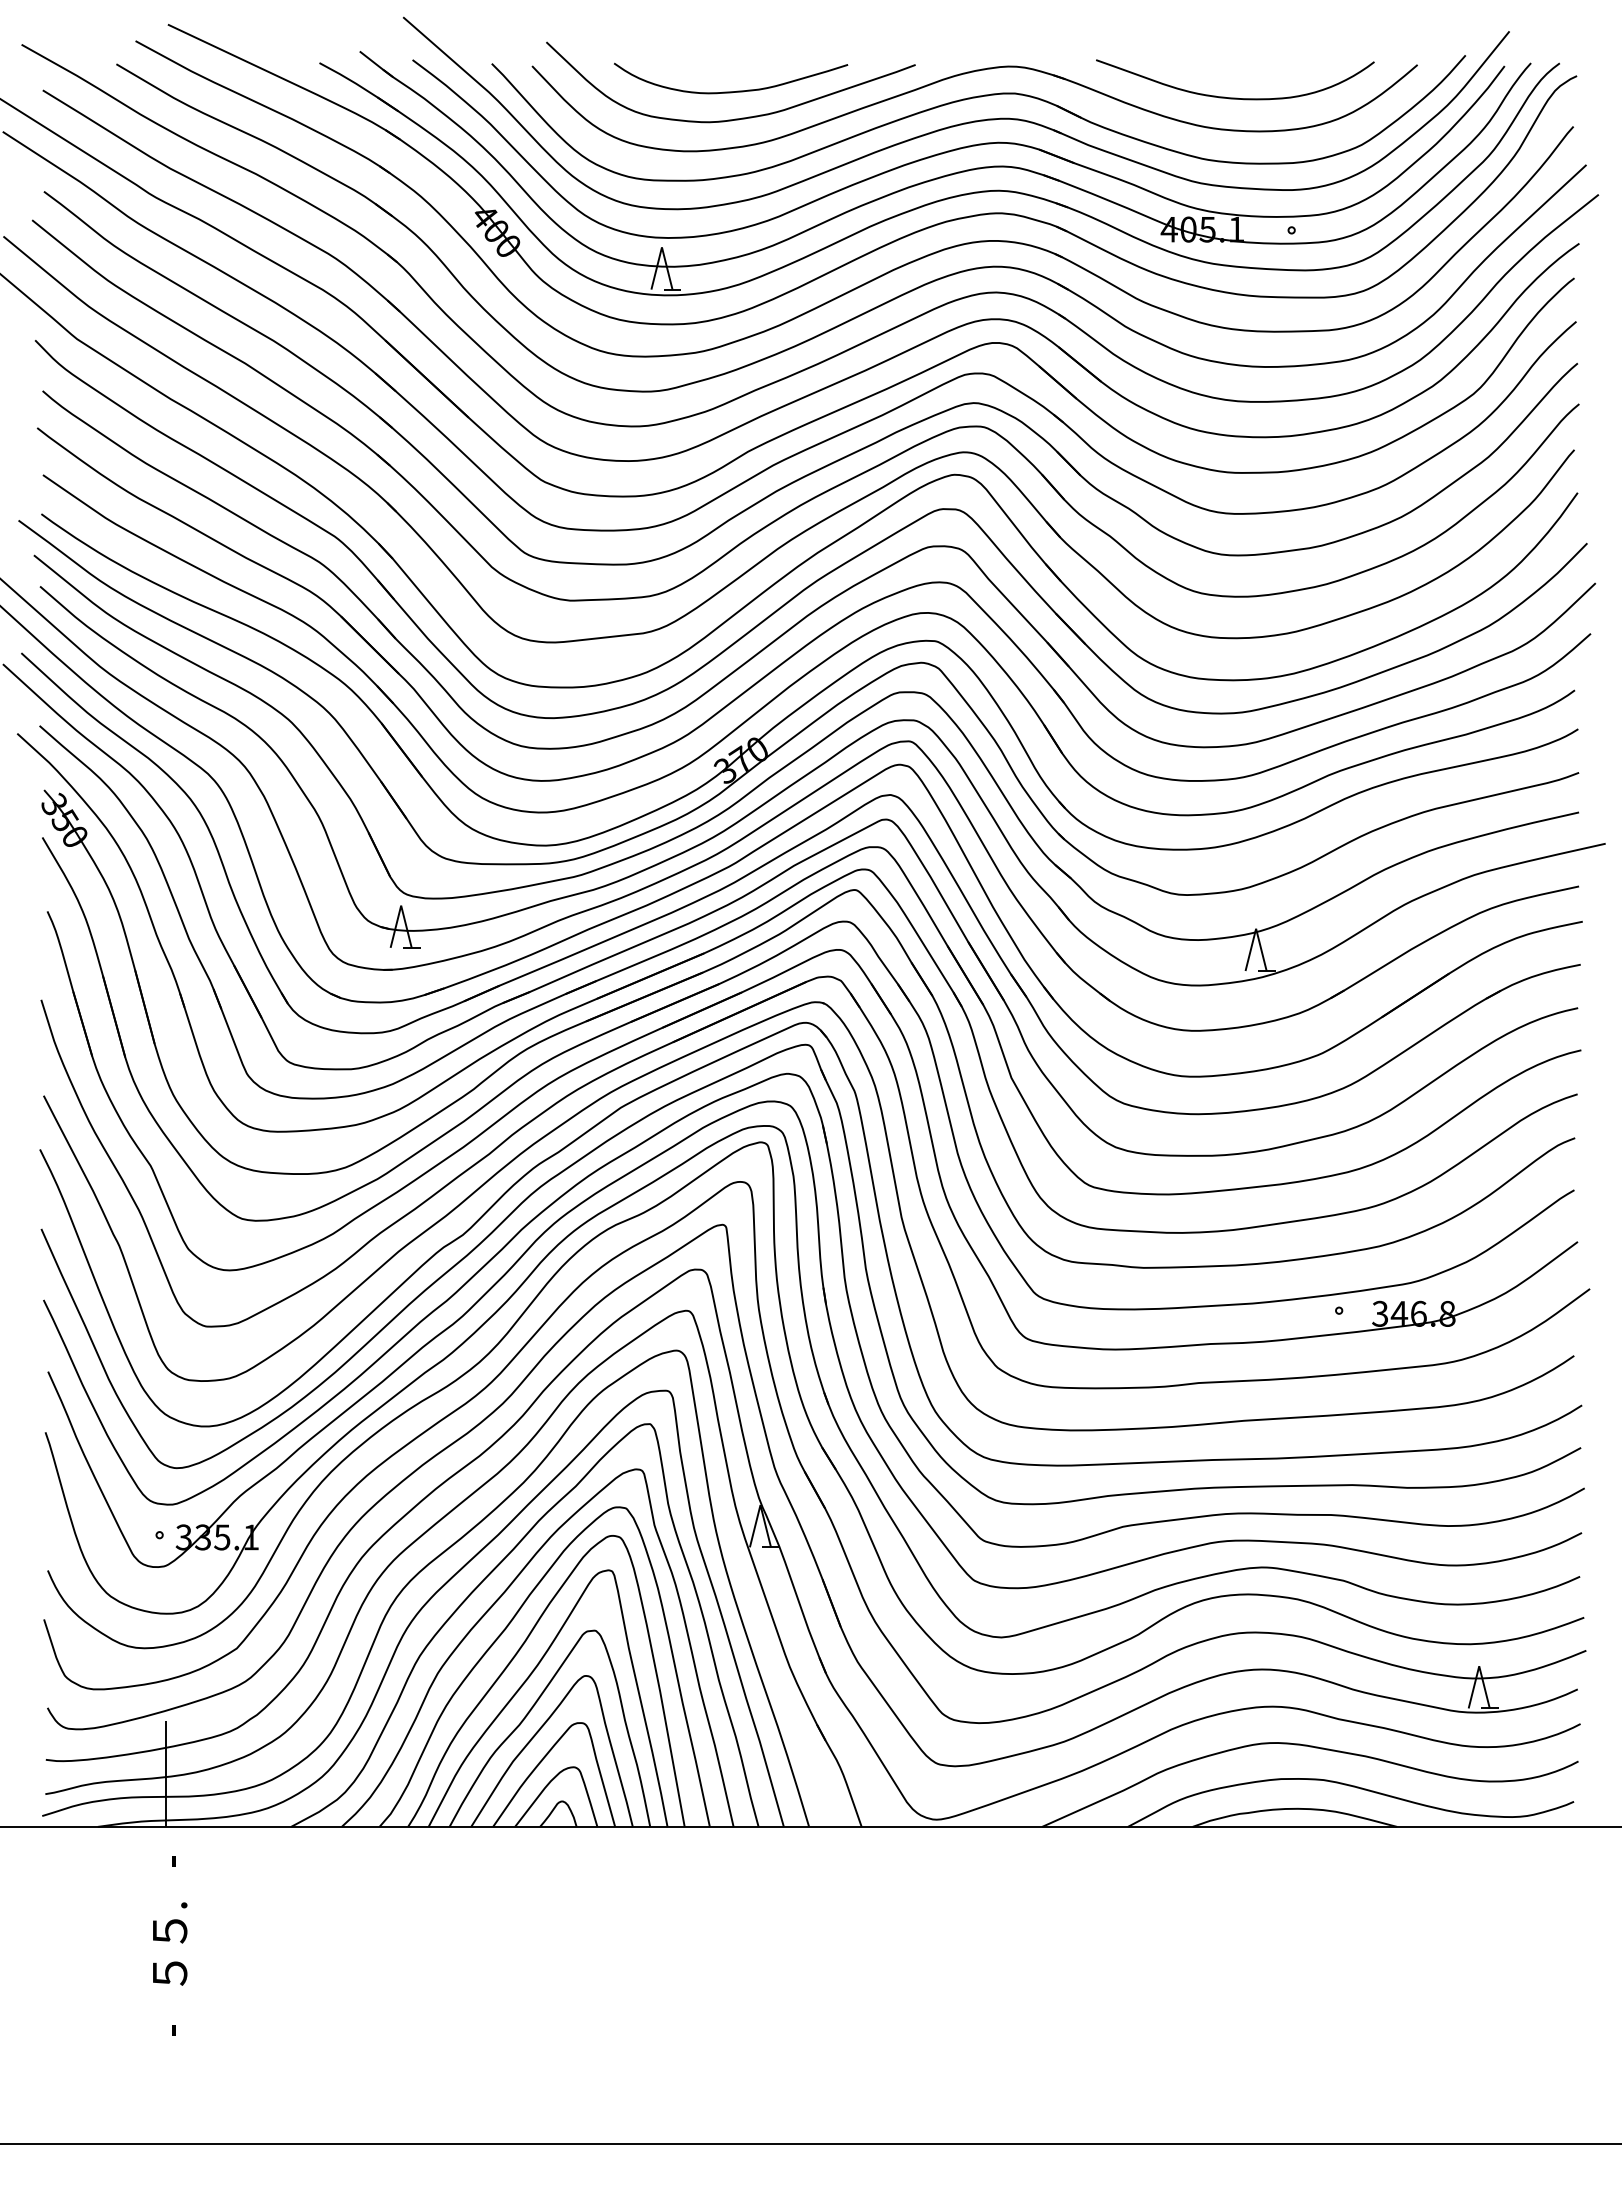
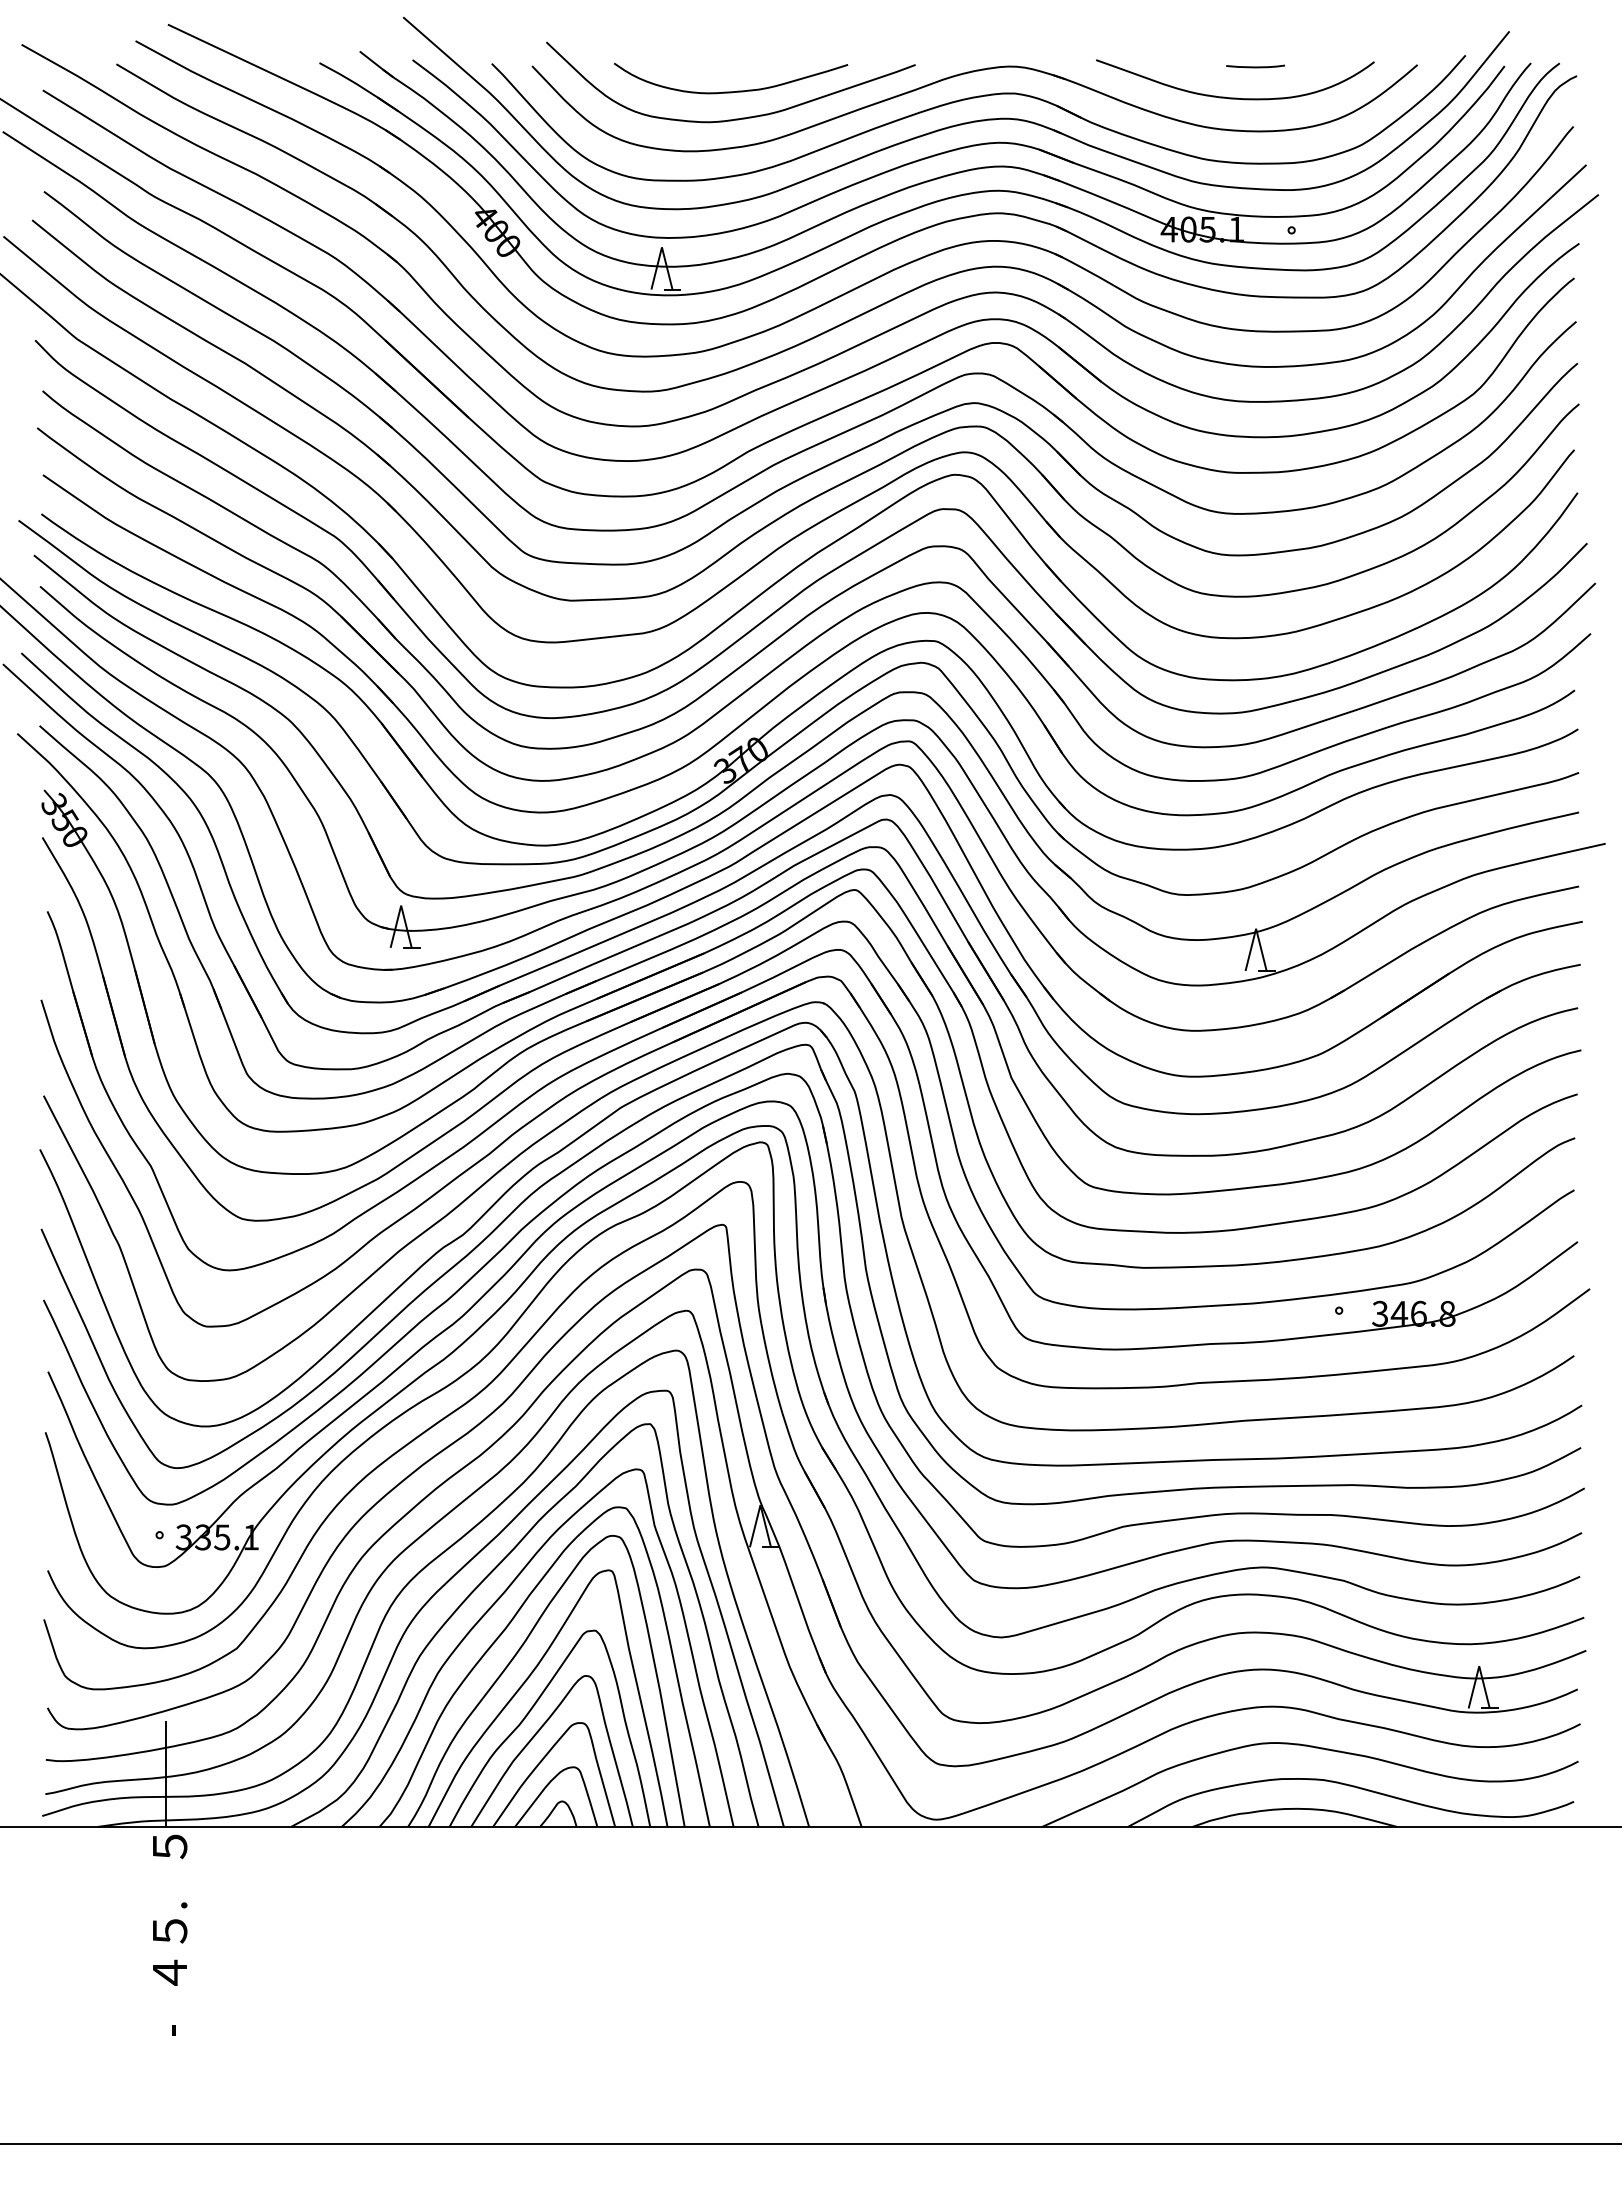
curve at (1255, 66): none -> present
text at (170, 1850): - -> ５
text at (170, 1972): ５ -> ４
